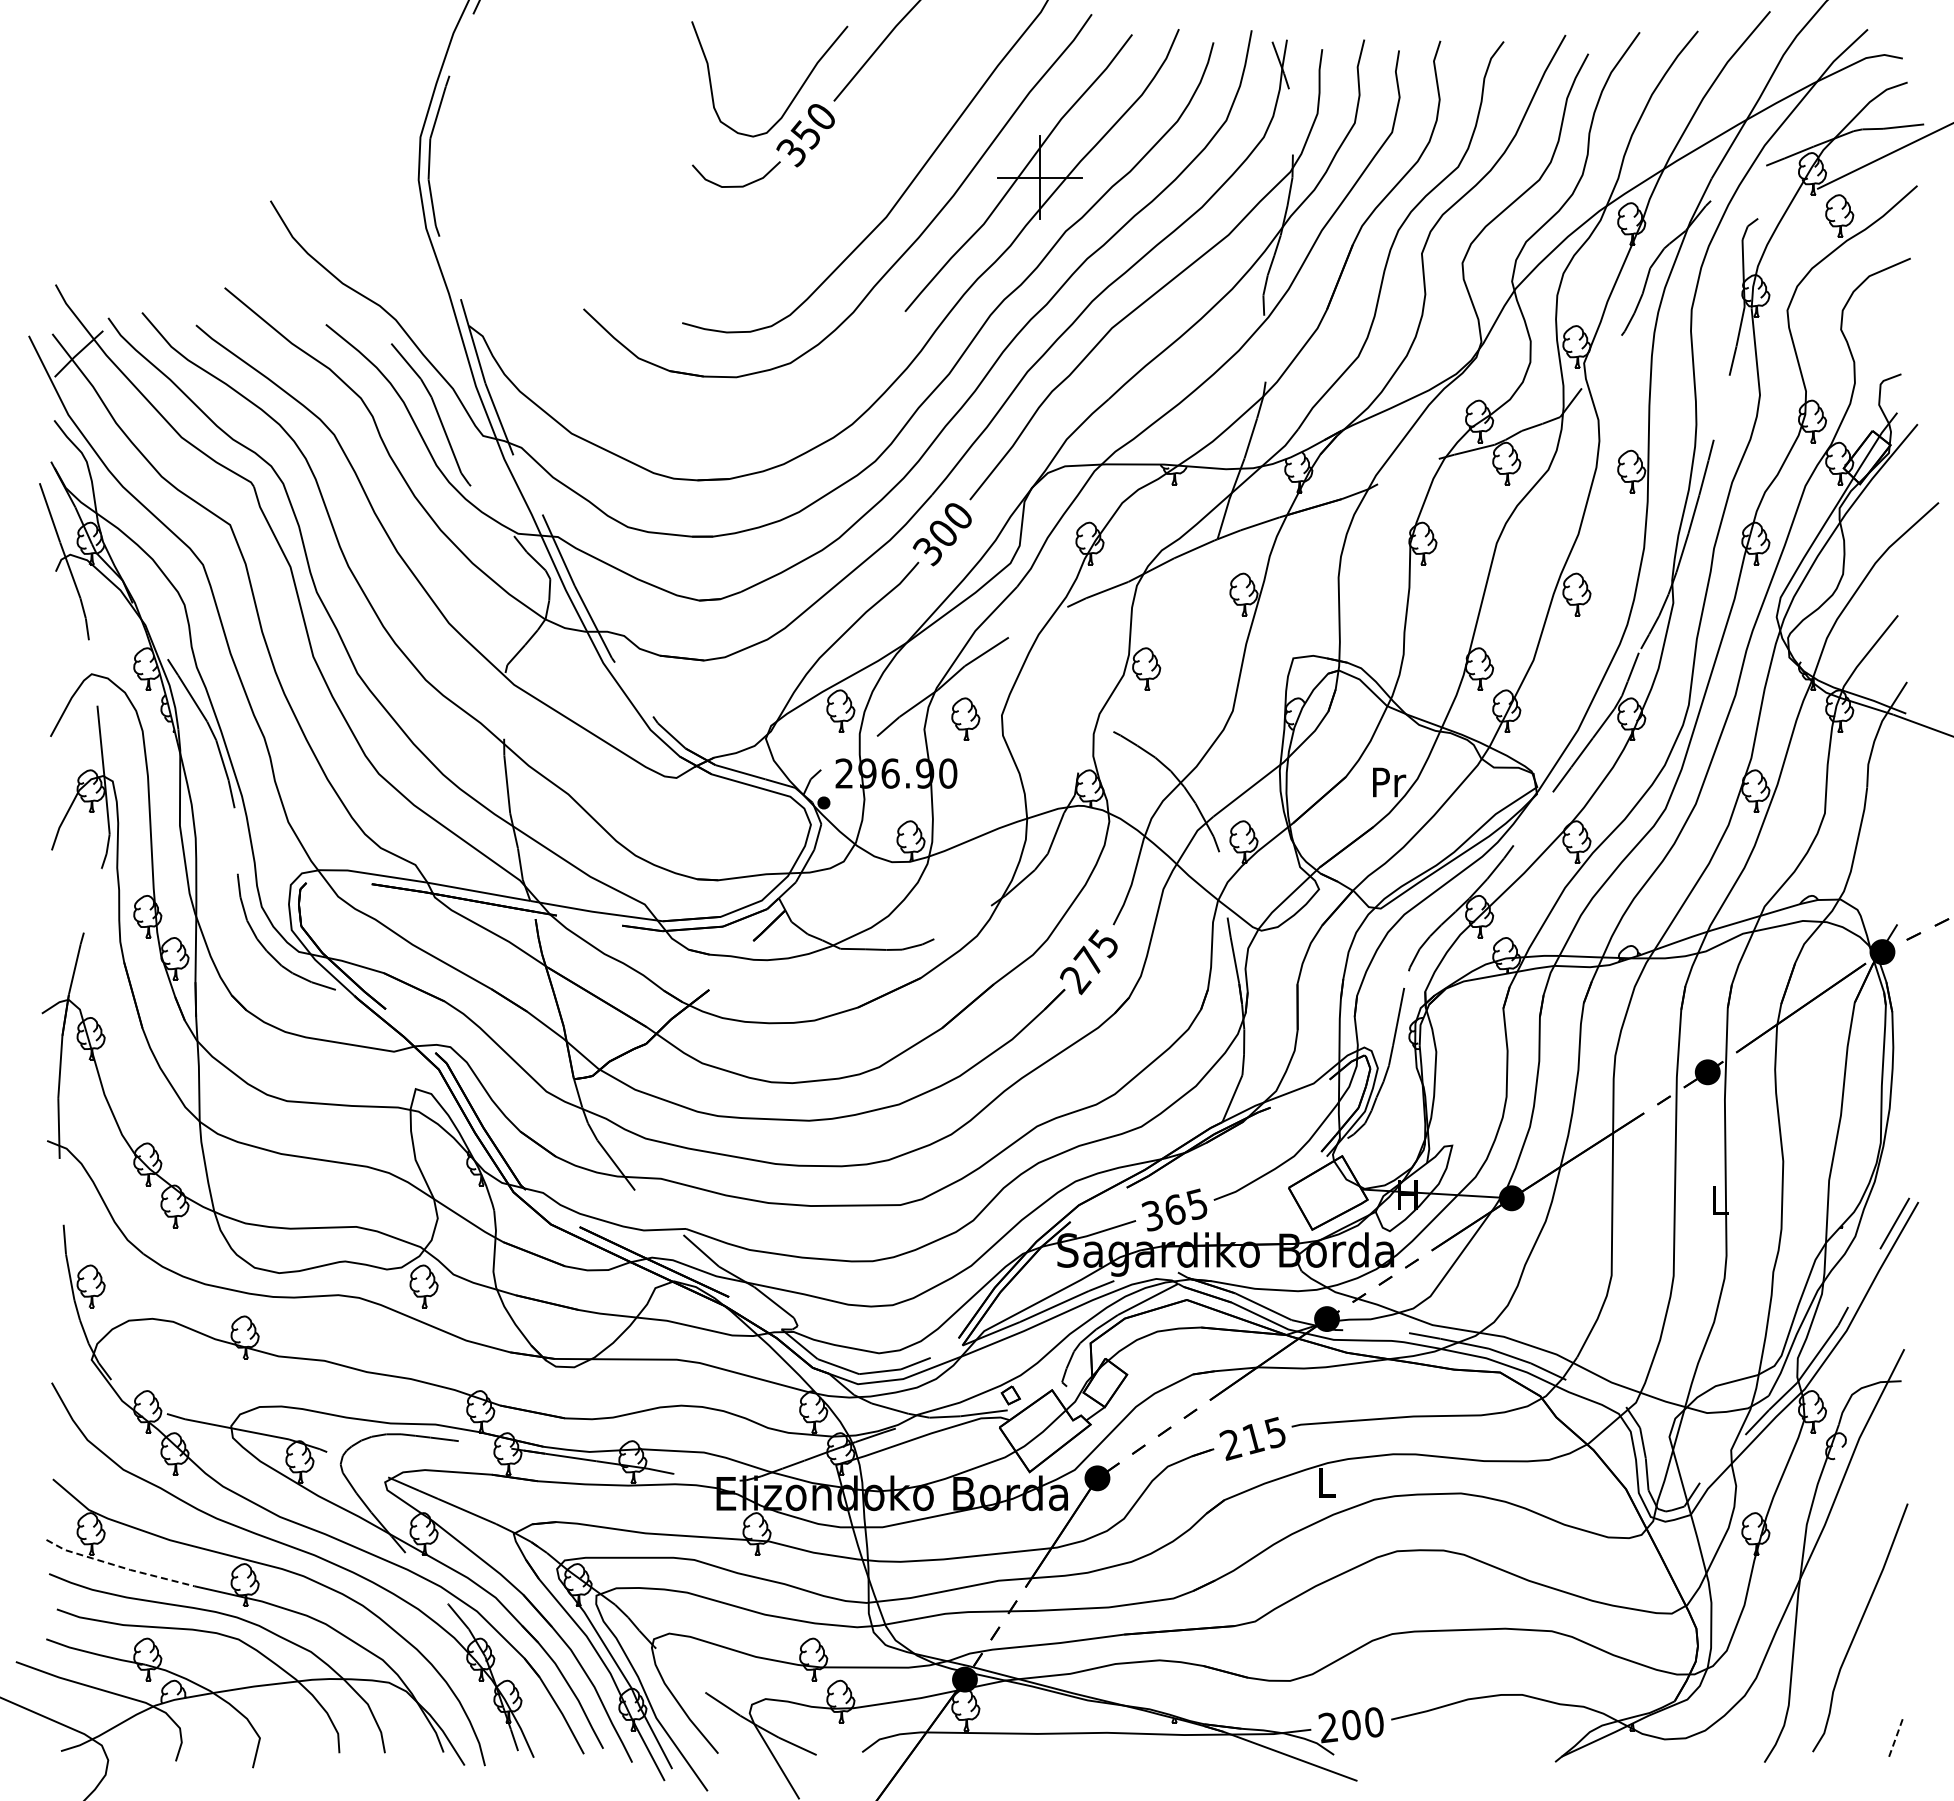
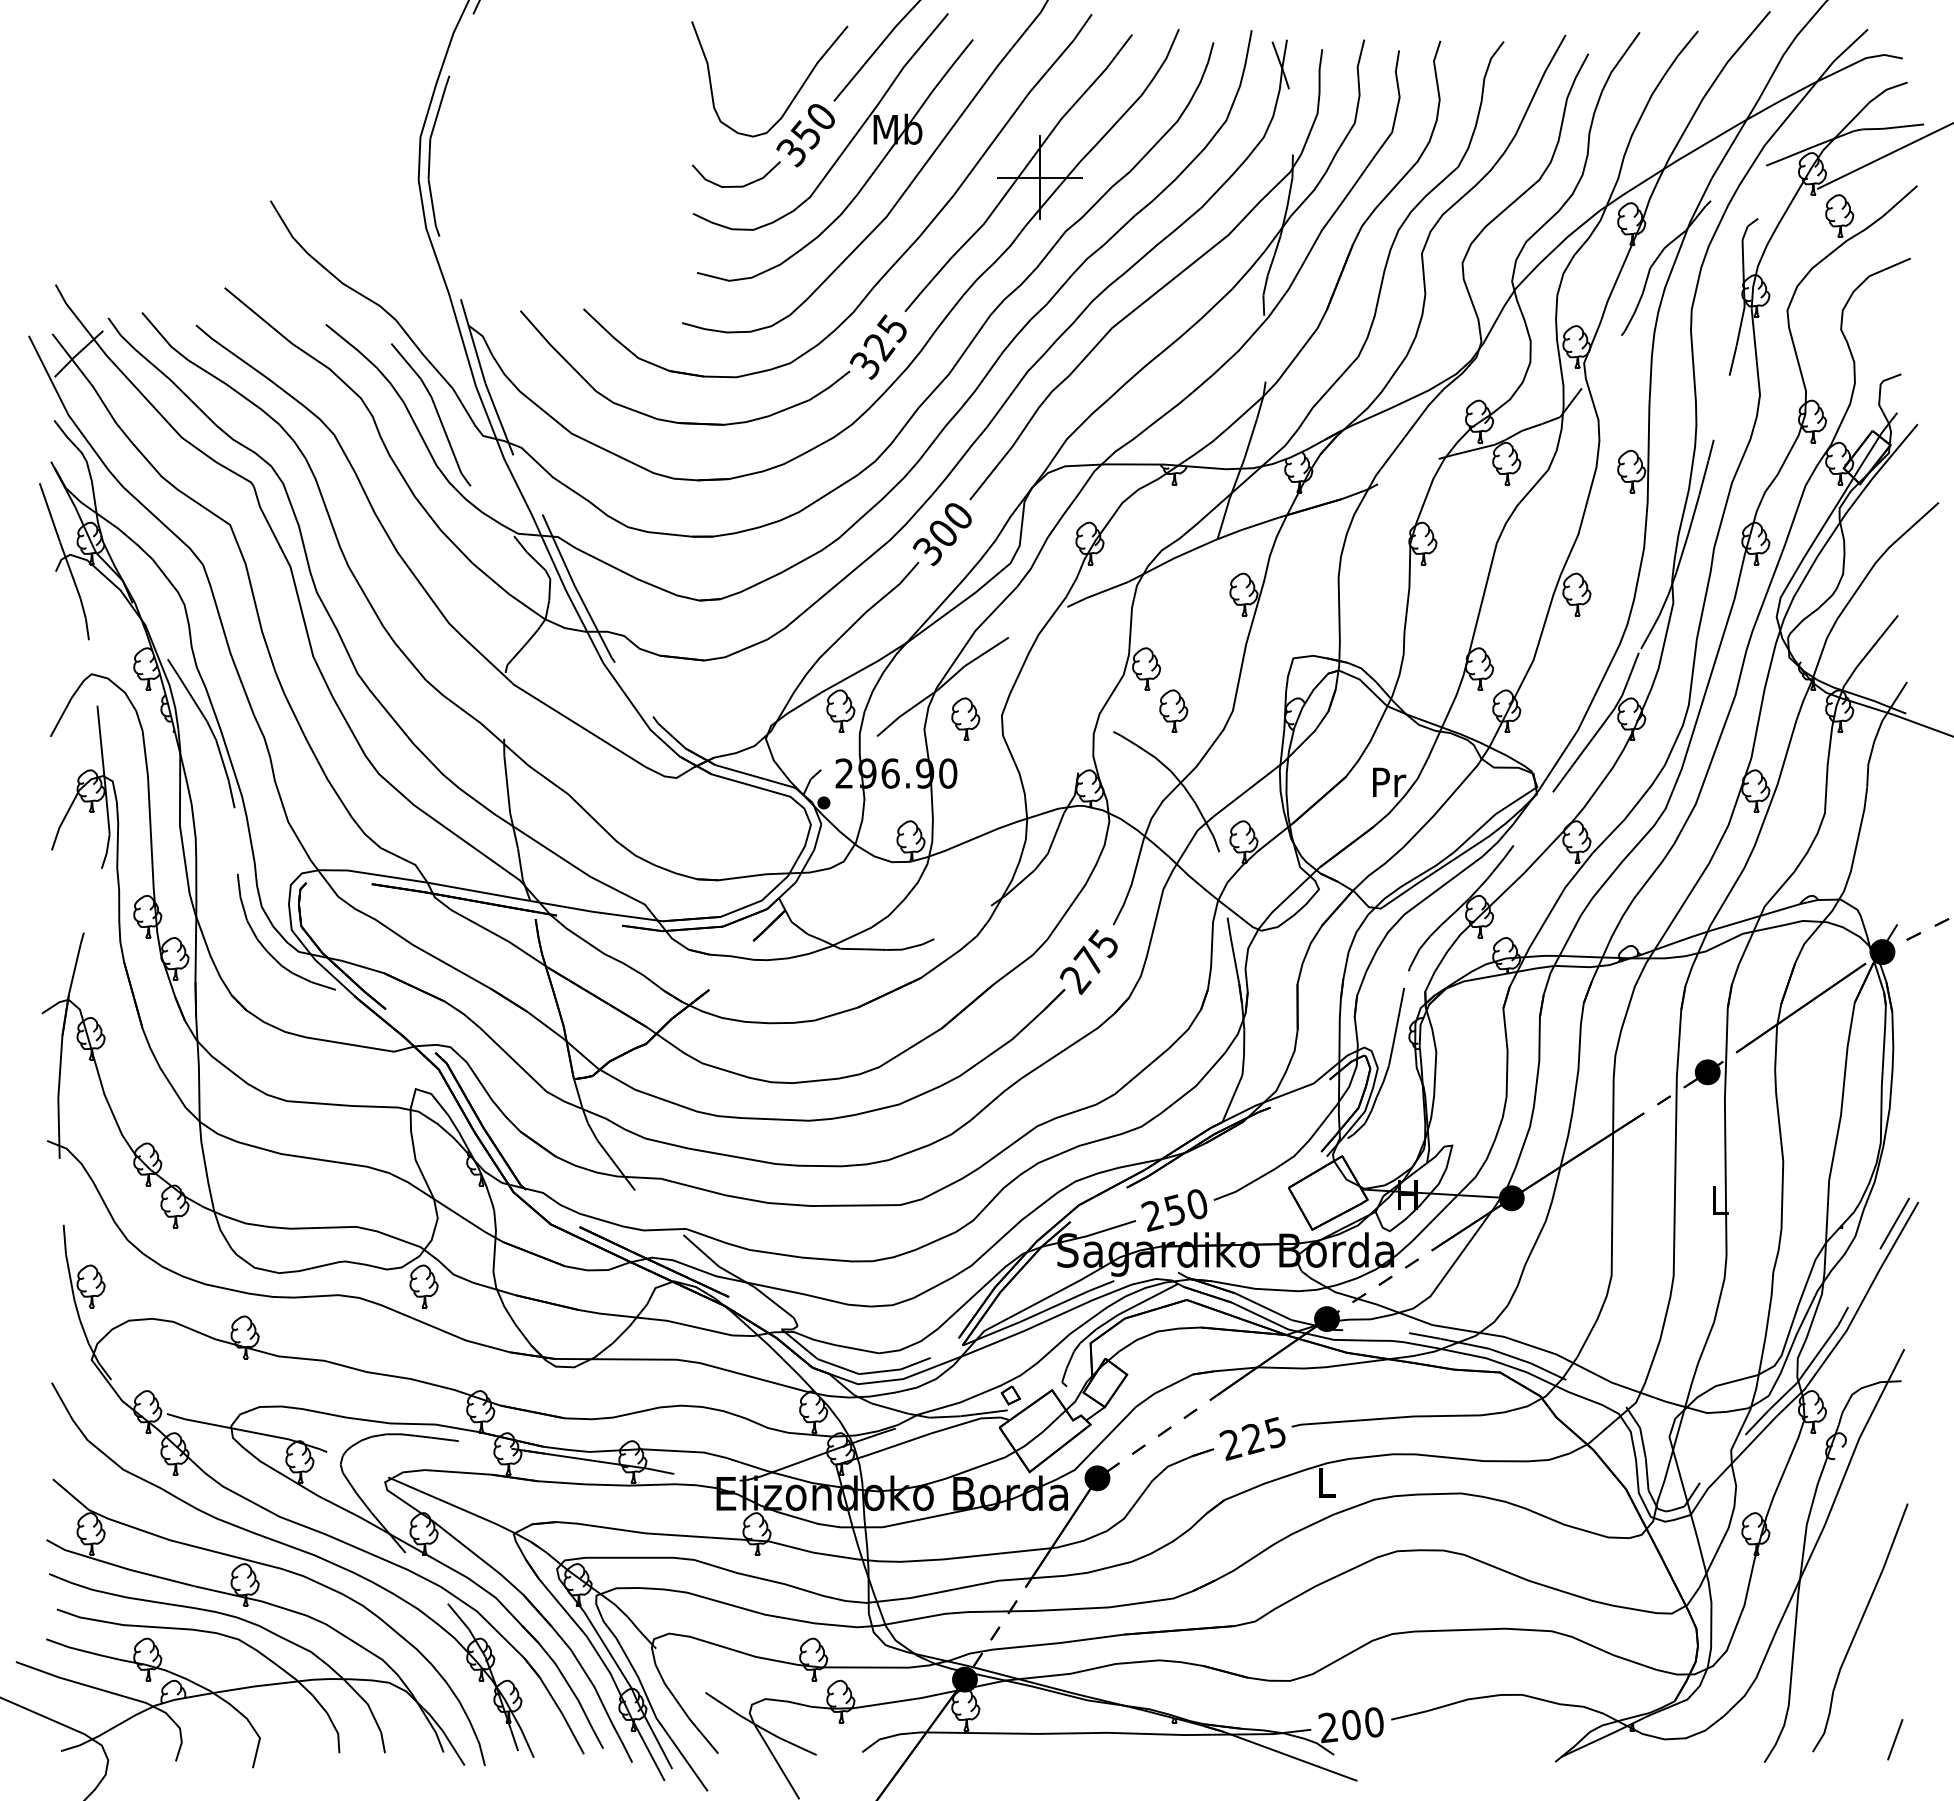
part at (841, 152): none -> present
part at (713, 423): none -> present
part at (1173, 710): none -> present
text at (1174, 1209): 365 -> 250
text at (1252, 1438): 215 -> 225
line at (118, 1566): dashed -> solid
line at (1895, 1739): dashed -> solid
